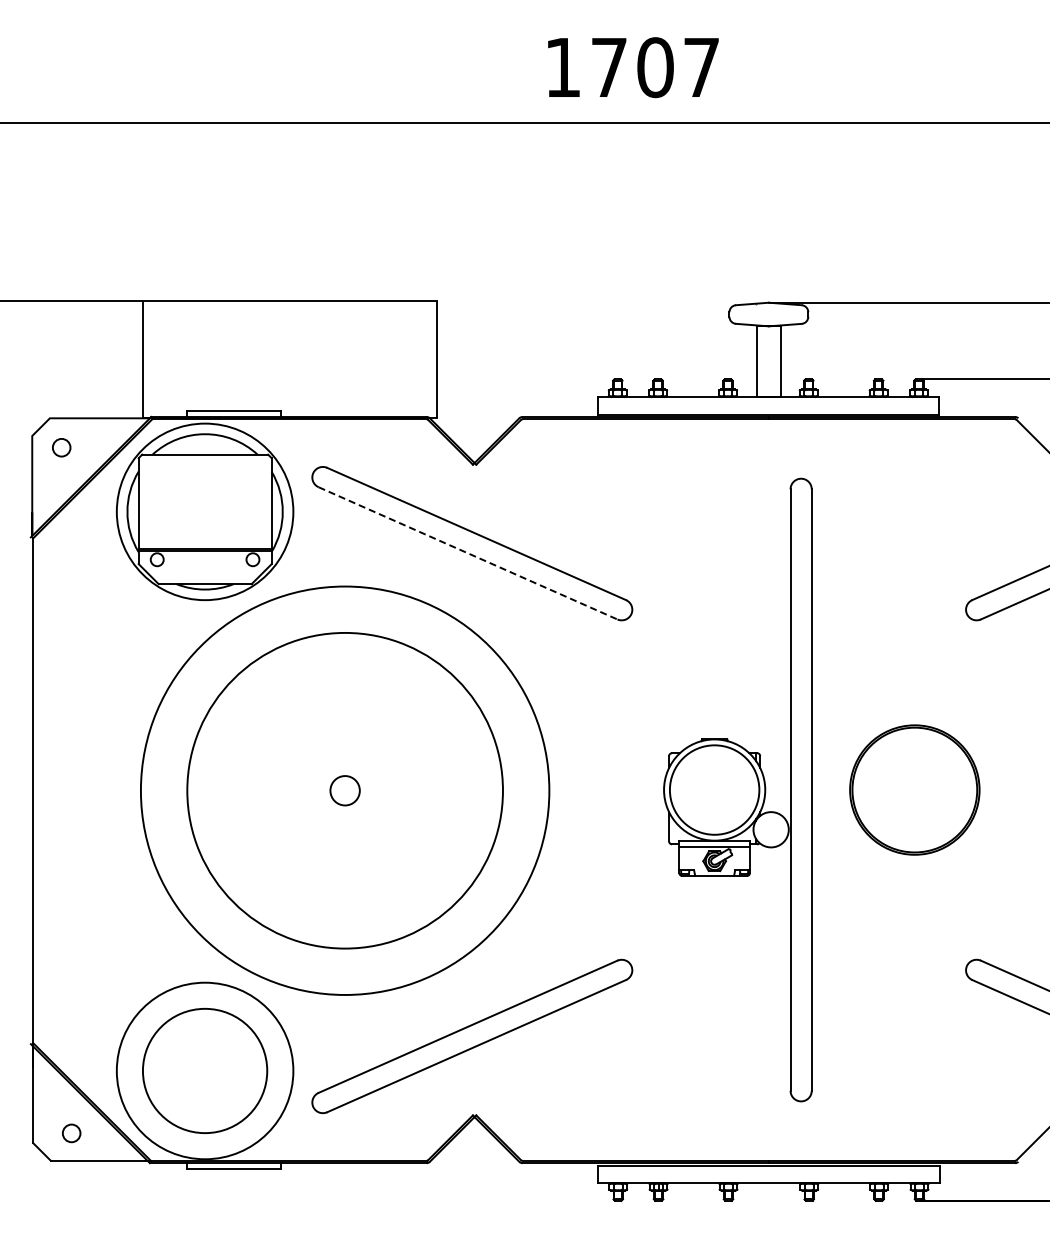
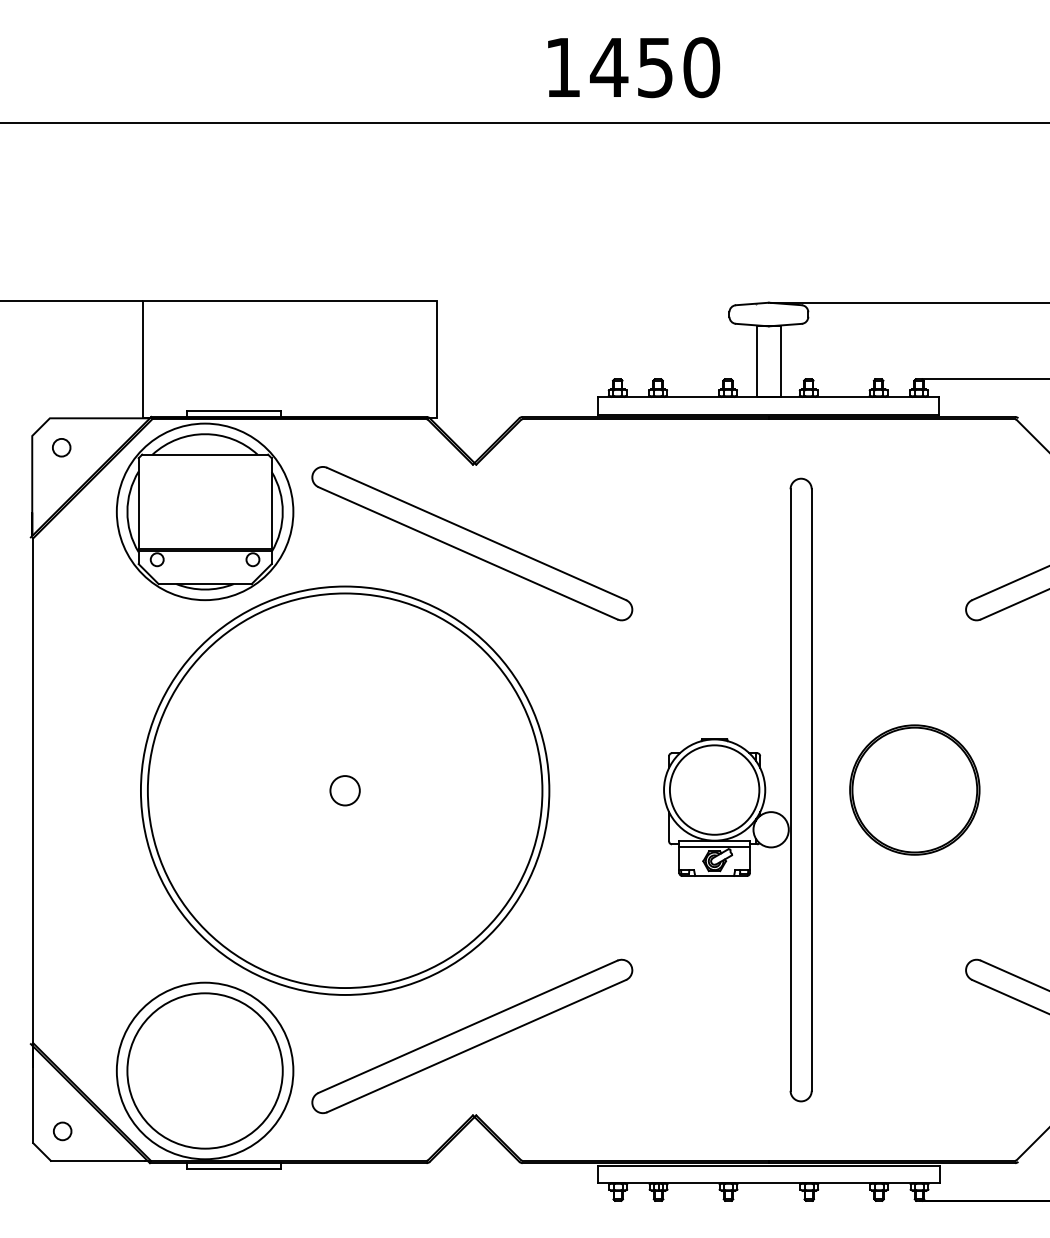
text at (655, 67): 1707 -> 1450
line at (468, 553): dashed -> solid
circle at (344, 790) diameter: 316 px -> 395 px
circle at (204, 1070) diameter: 124 px -> 155 px
circle at (71, 1133) position: (71, 1133) -> (62, 1131)
